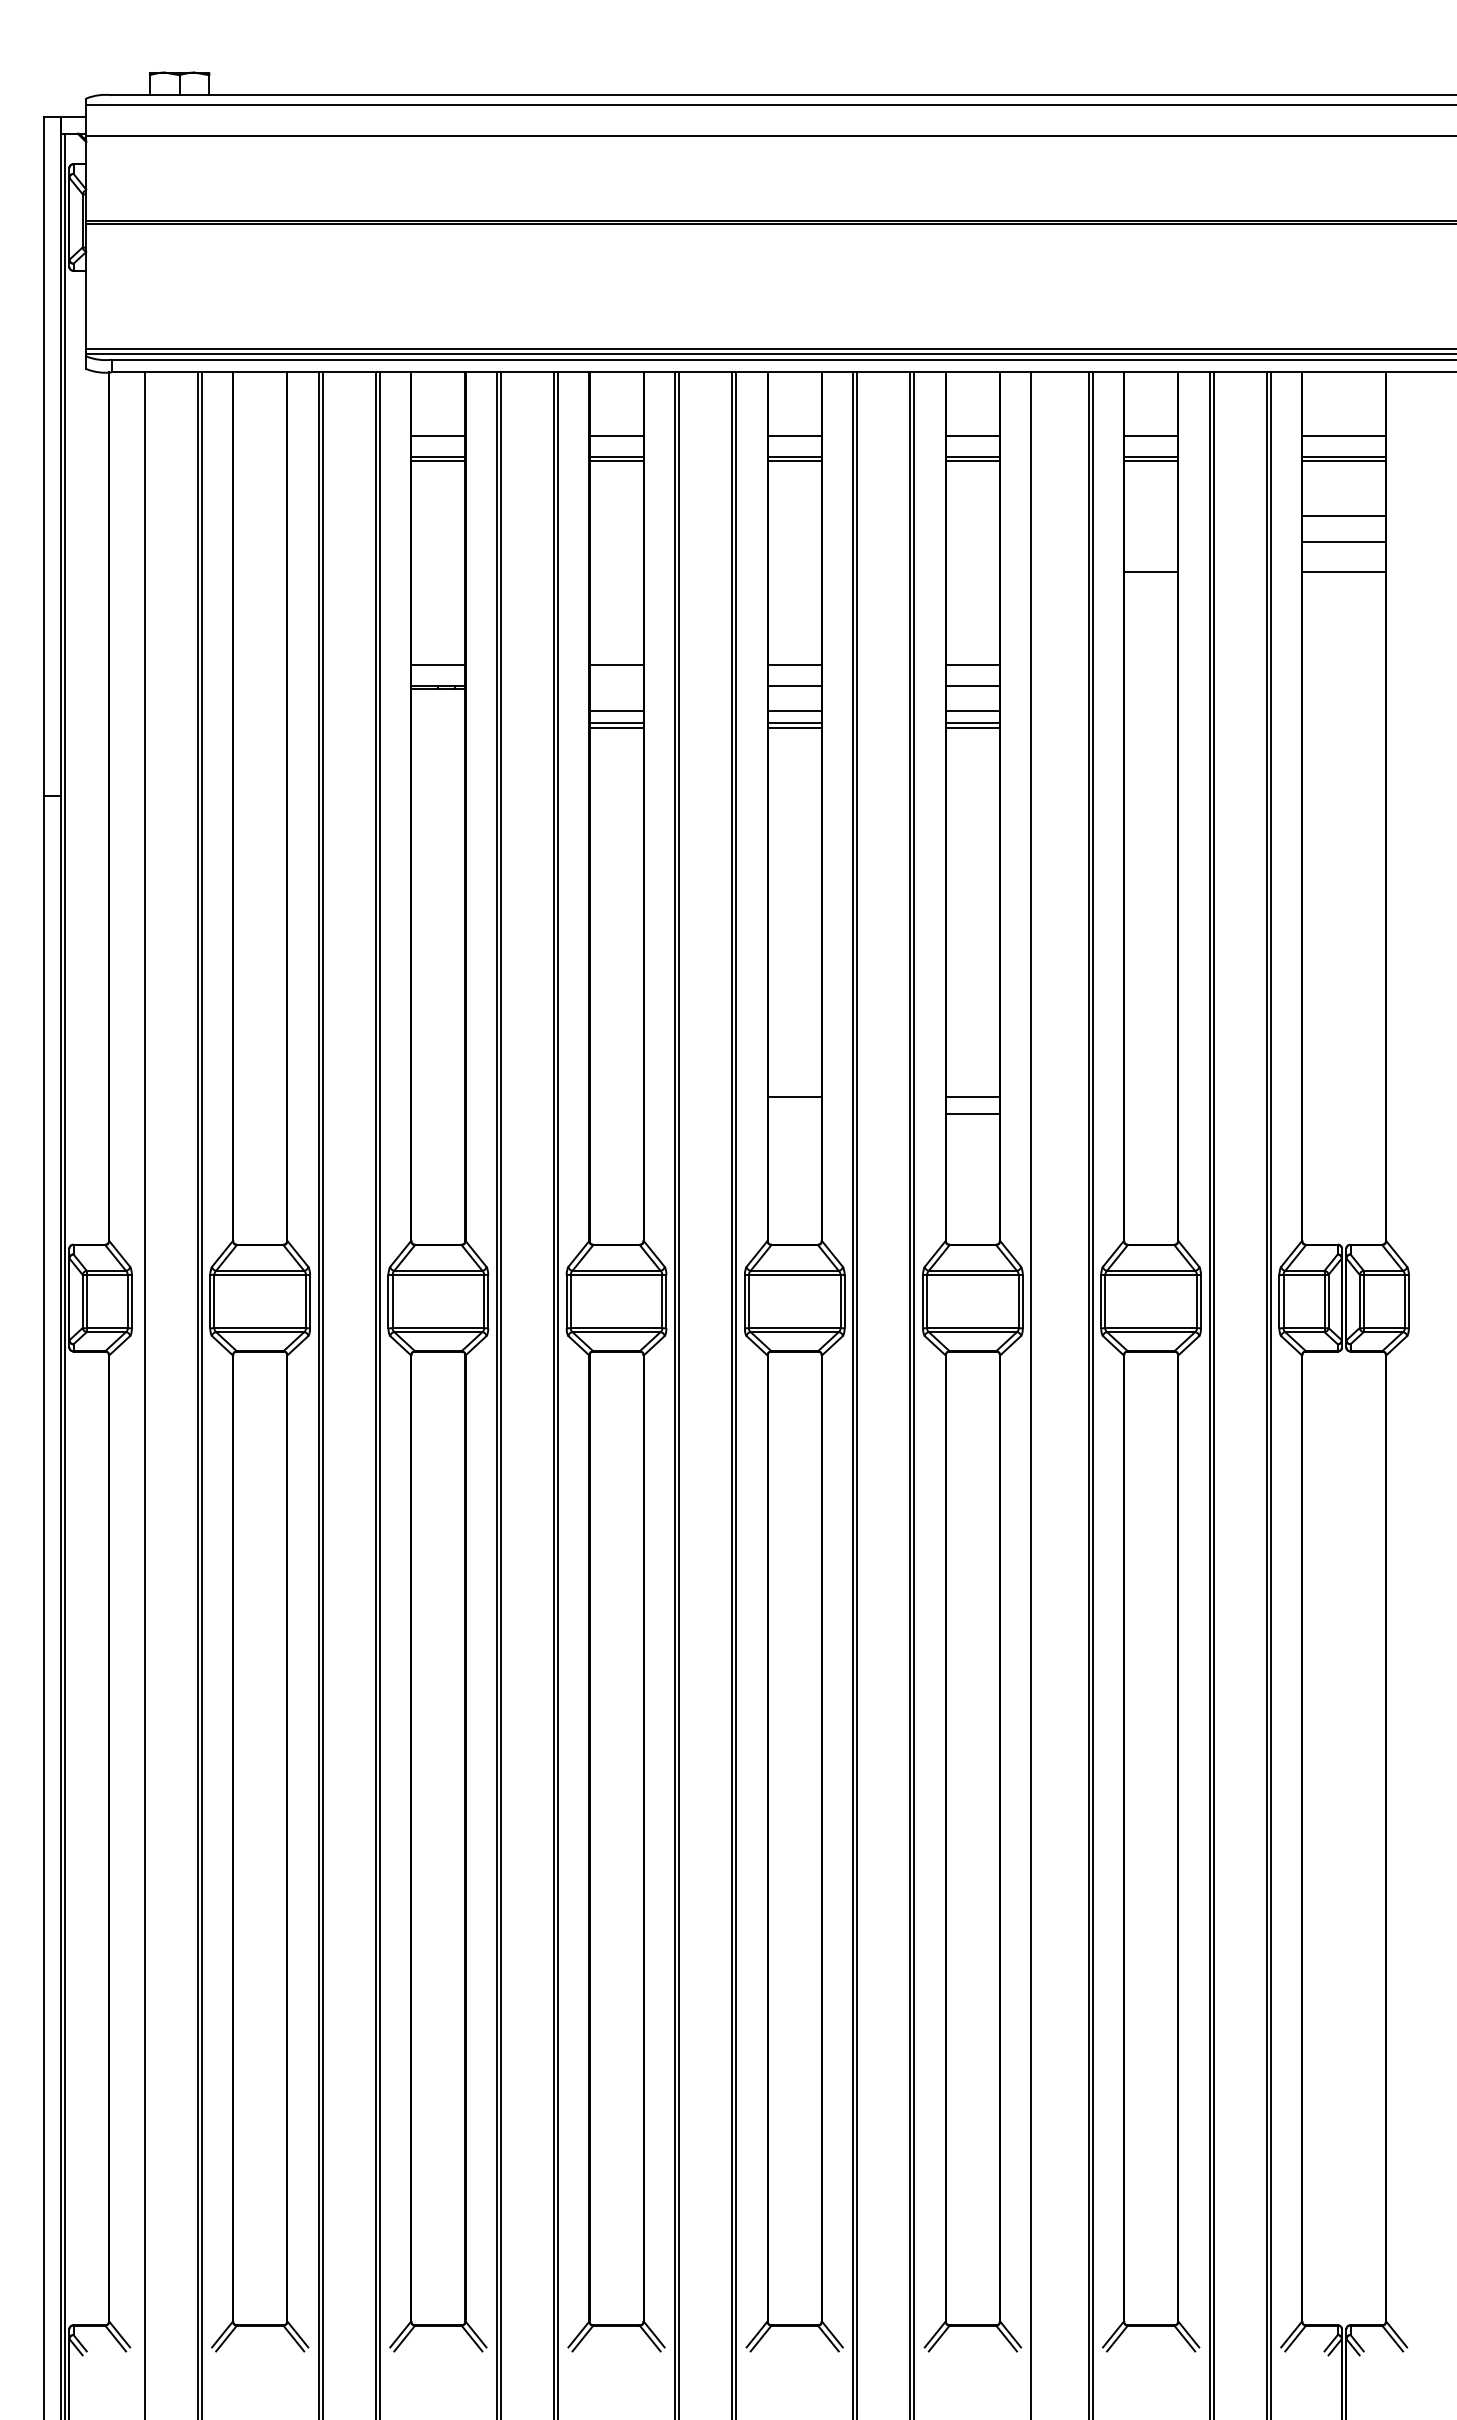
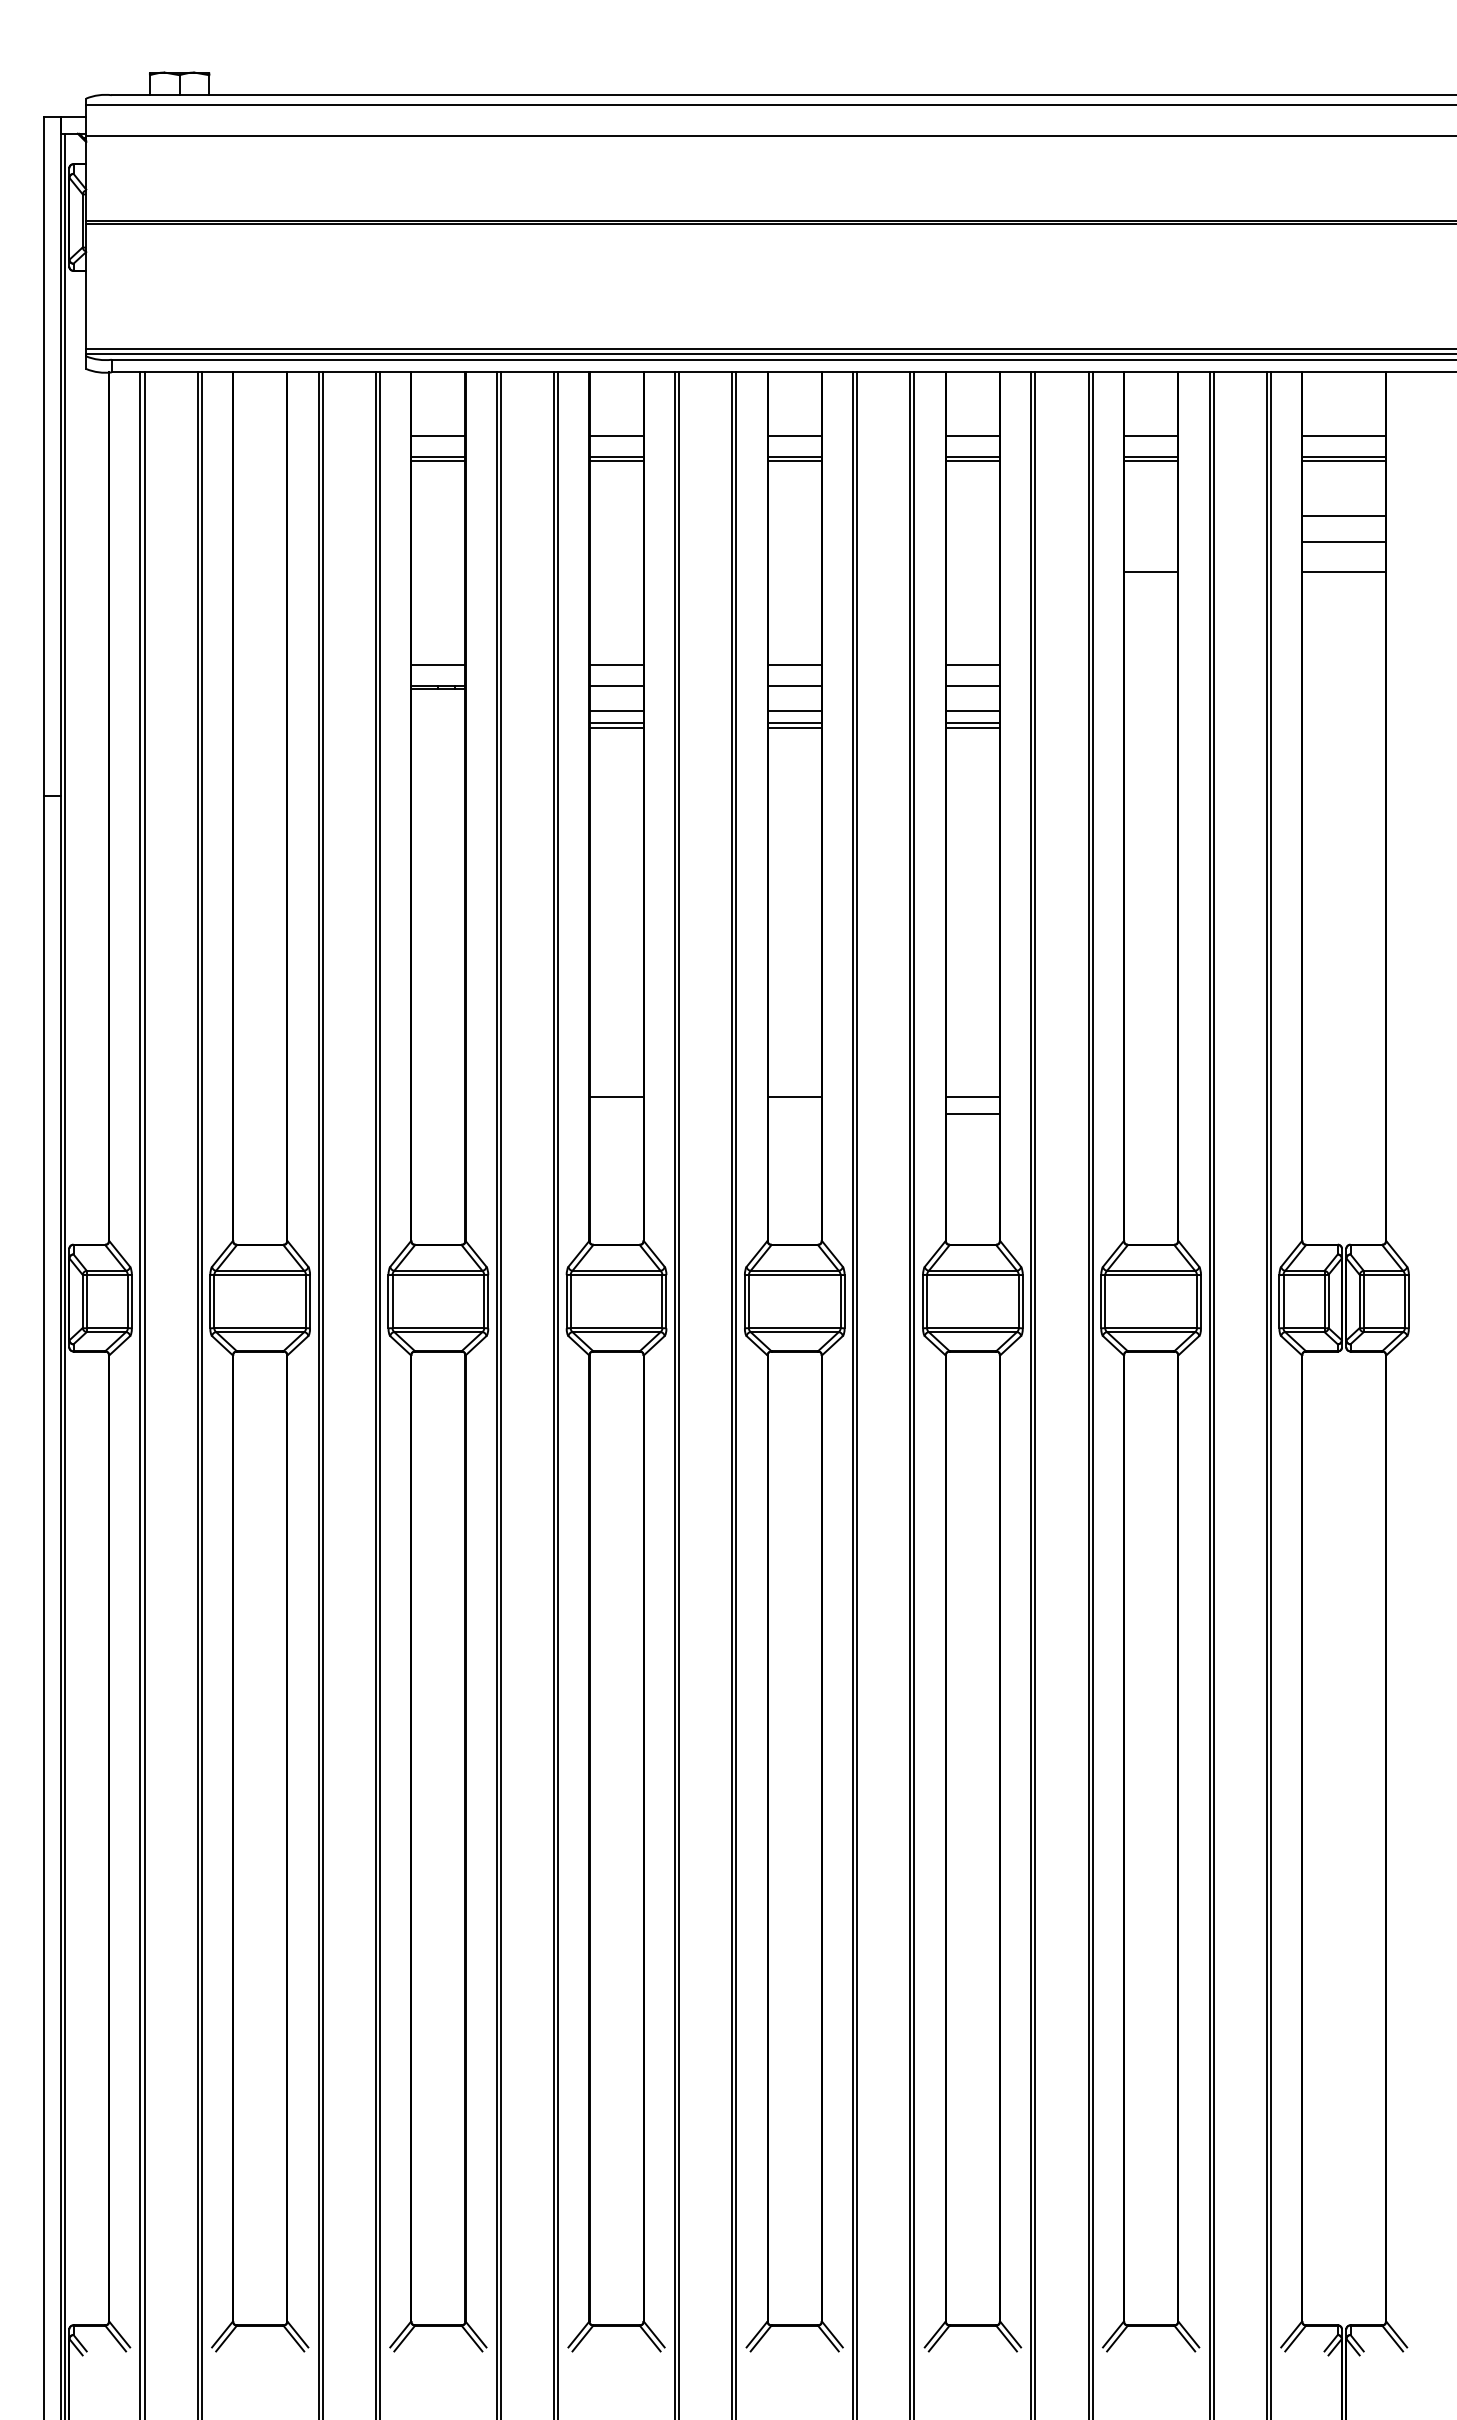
line at (616, 686): none -> present
line at (616, 1096): none -> present
line at (140, 1394): none -> present
line at (1035, 1394): none -> present
